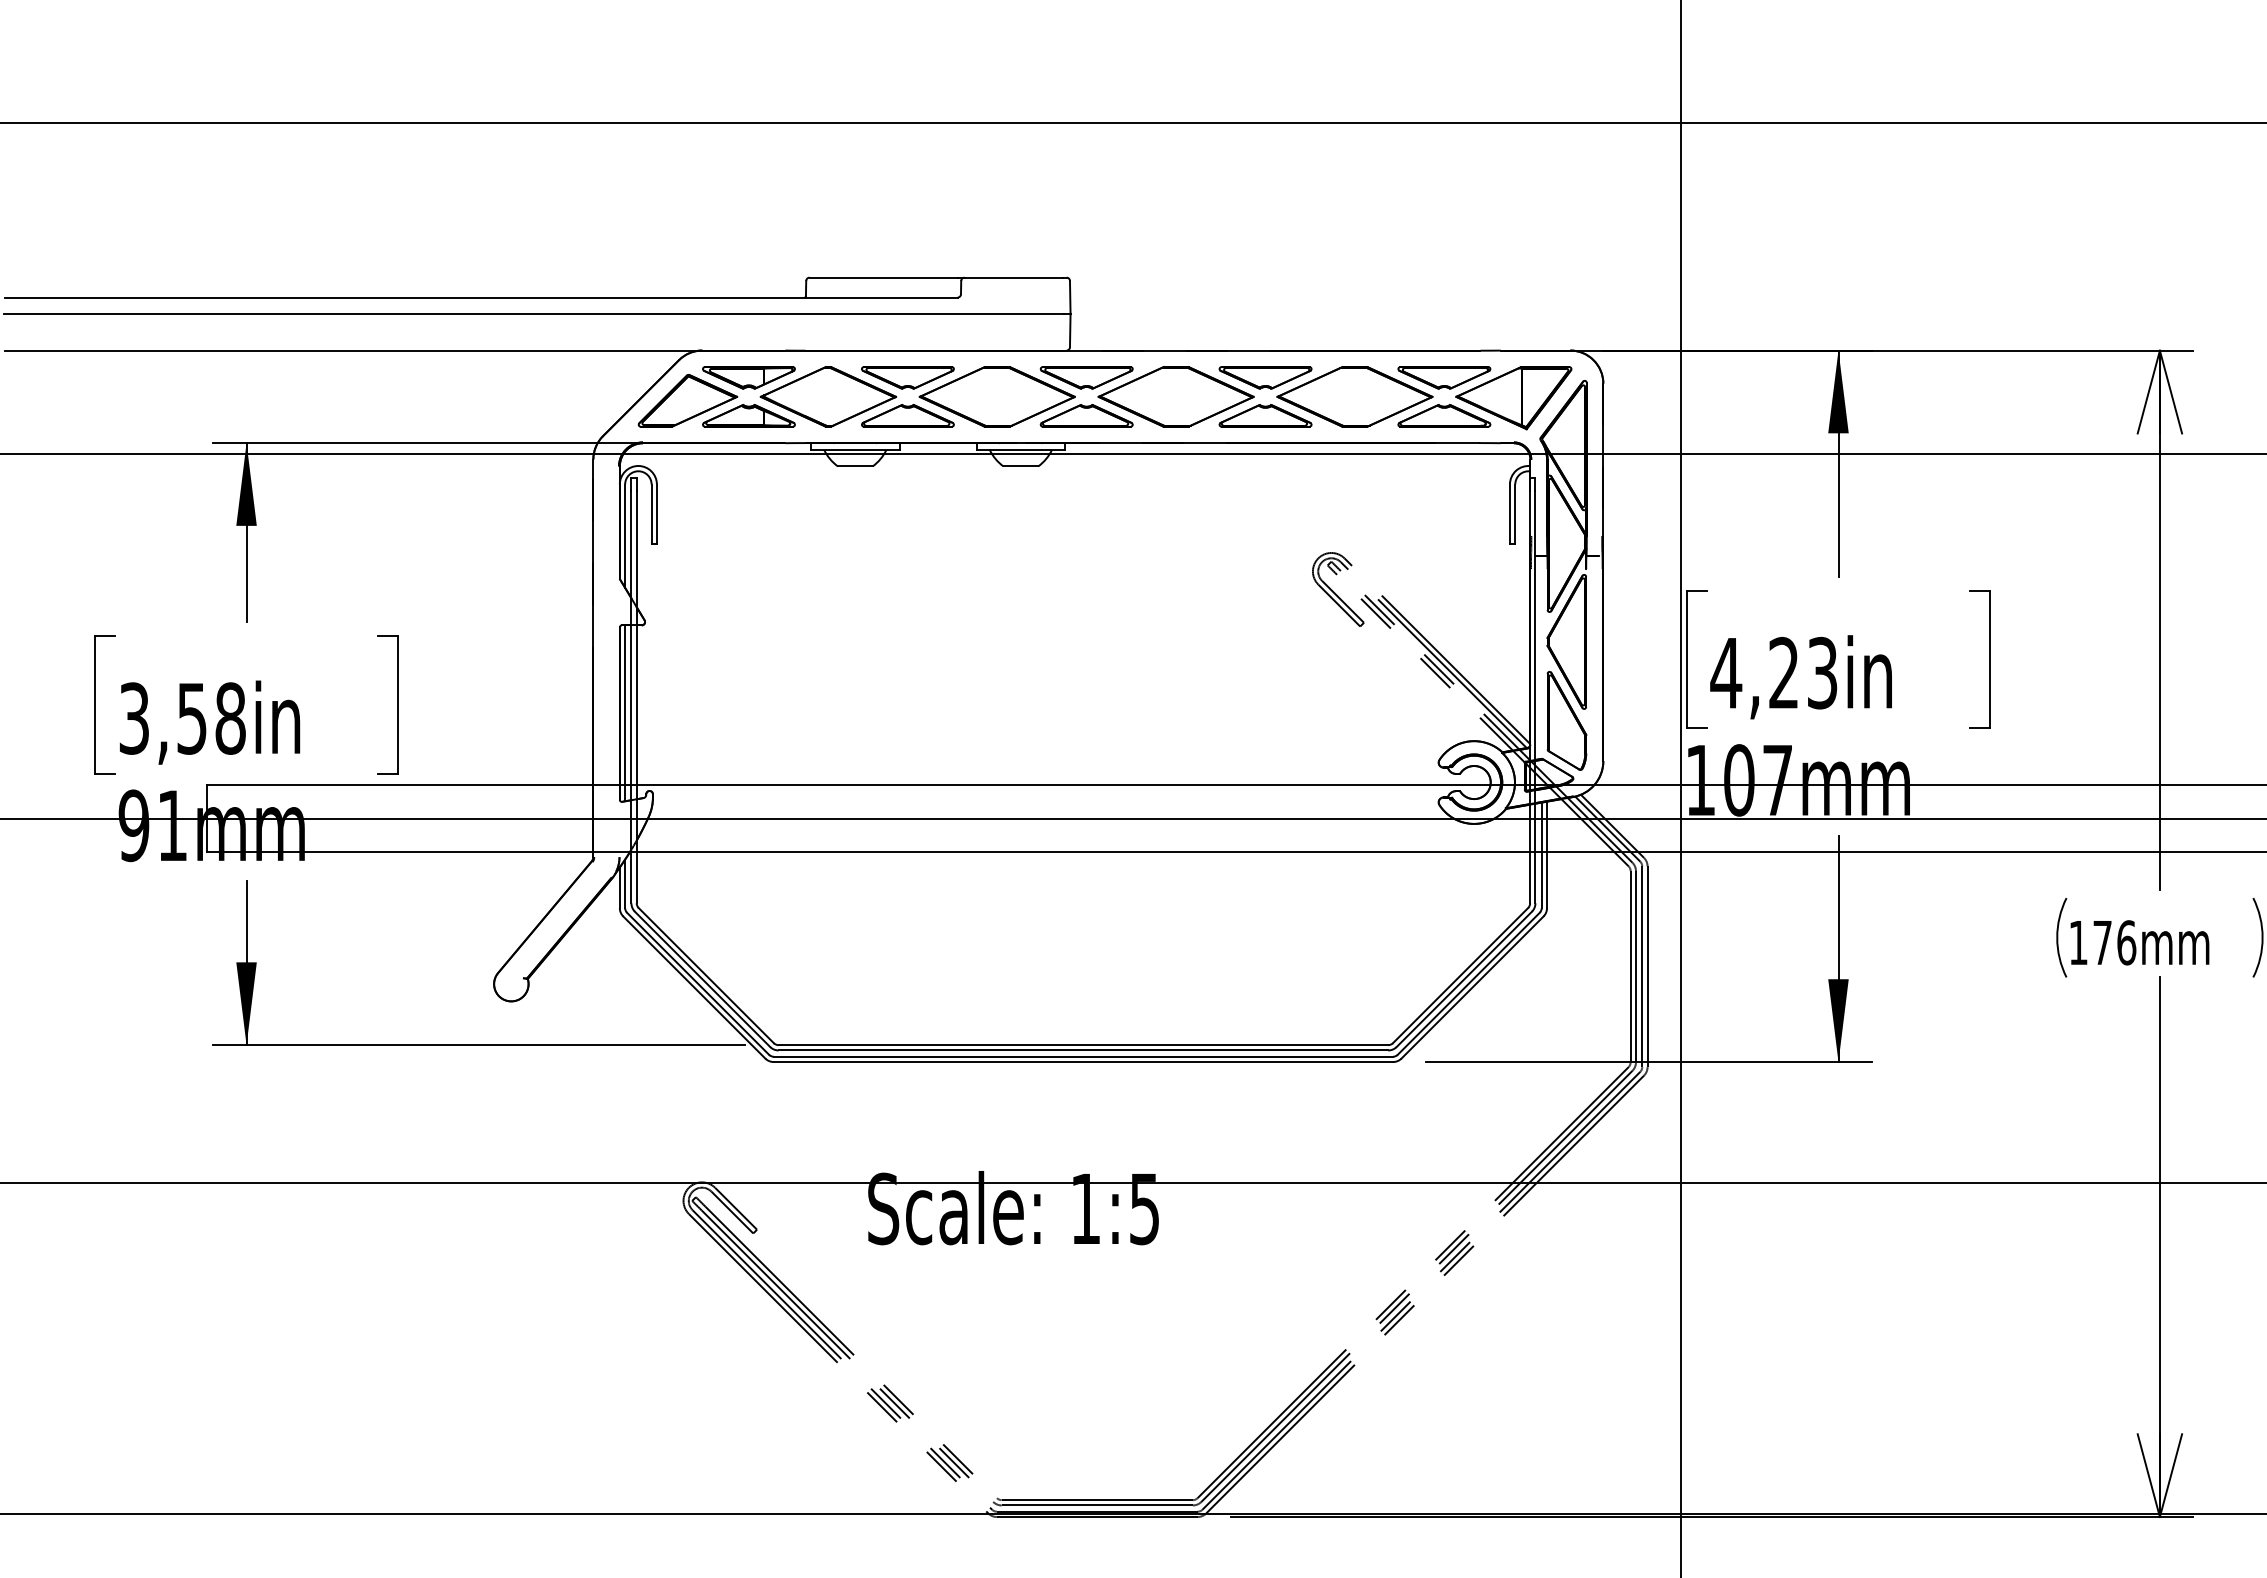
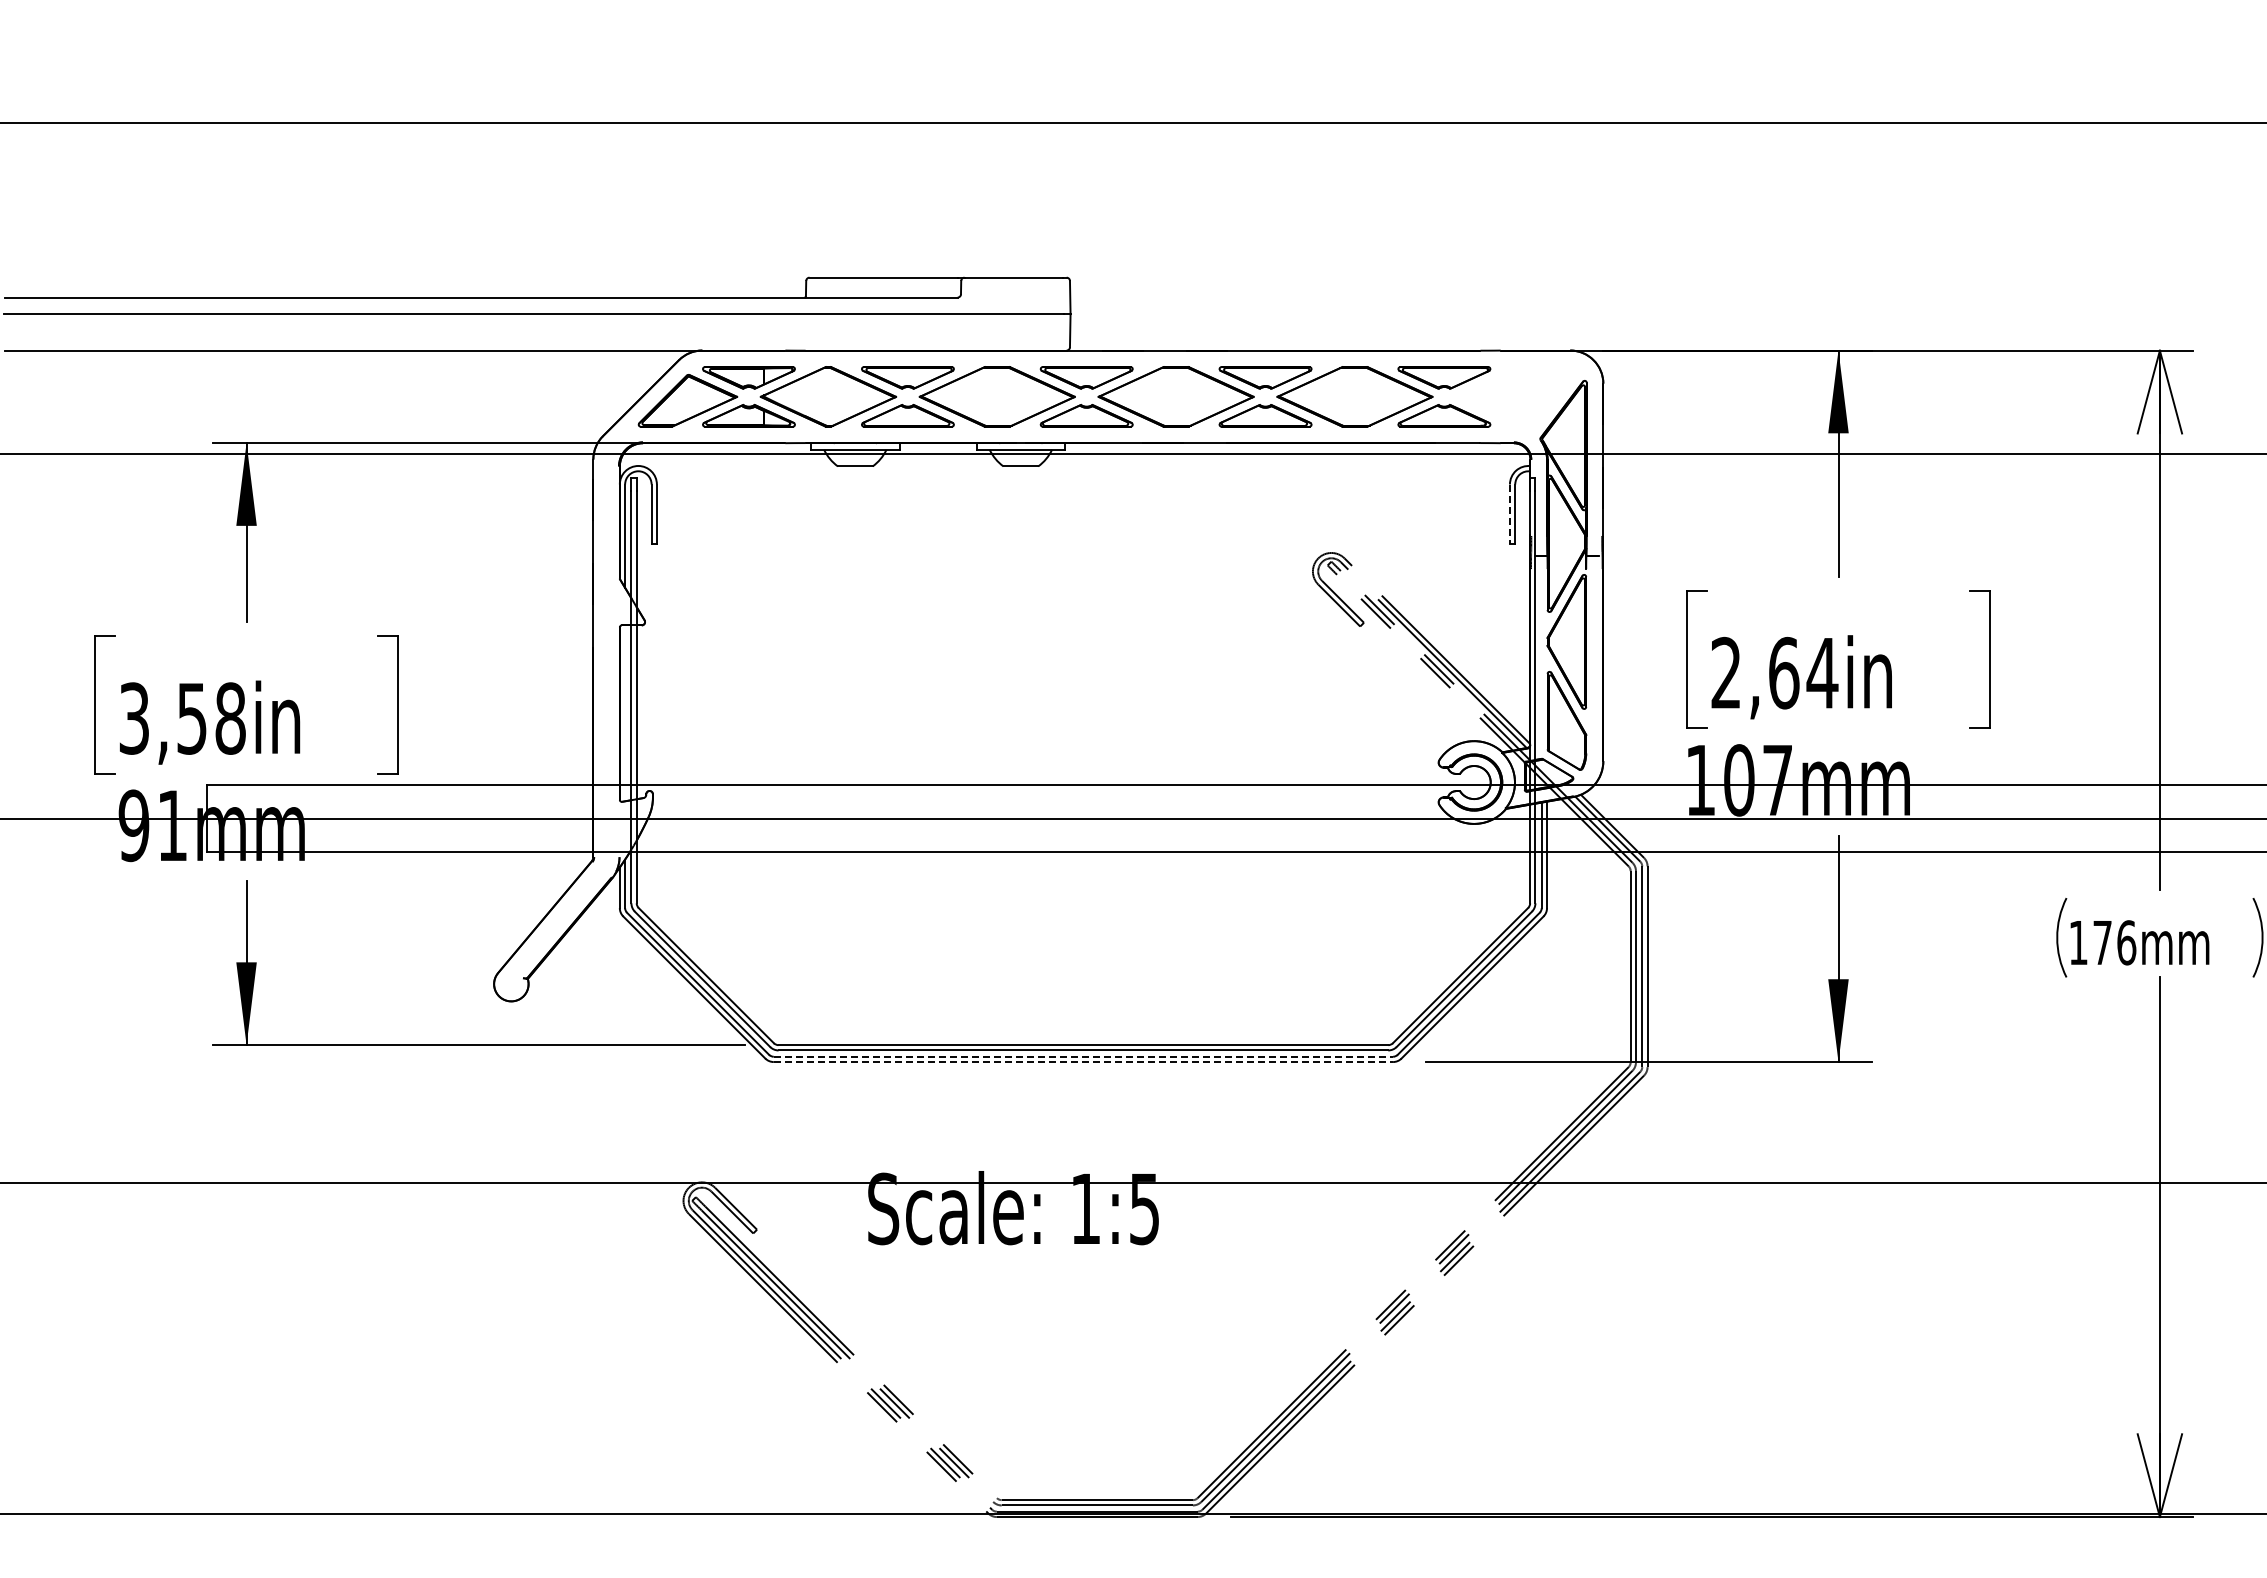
part at (1513, 398): present -> none
line at (1509, 514): solid -> dashed
text at (1774, 672): 4,23in -> 2,64in
line at (625, 713): present -> none
line at (1680, 788): present -> none
line at (1083, 1056): solid -> dashed
line at (1083, 1062): solid -> dashed
